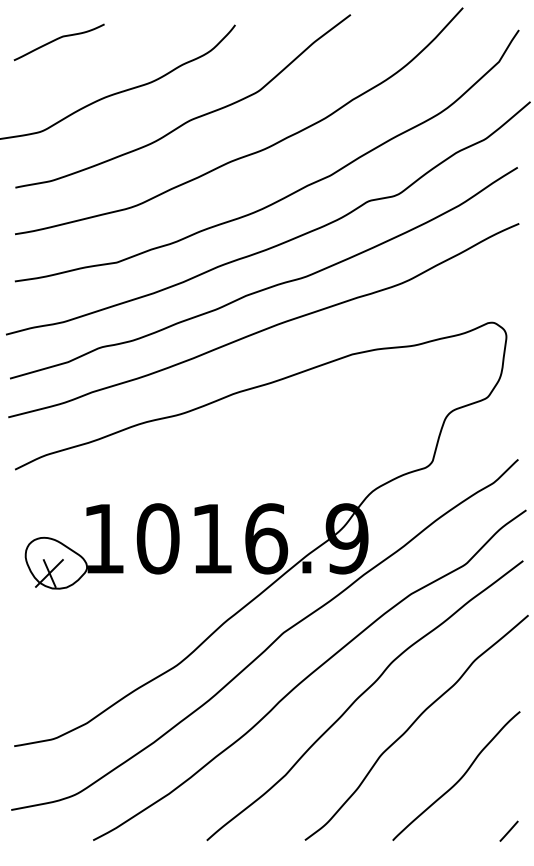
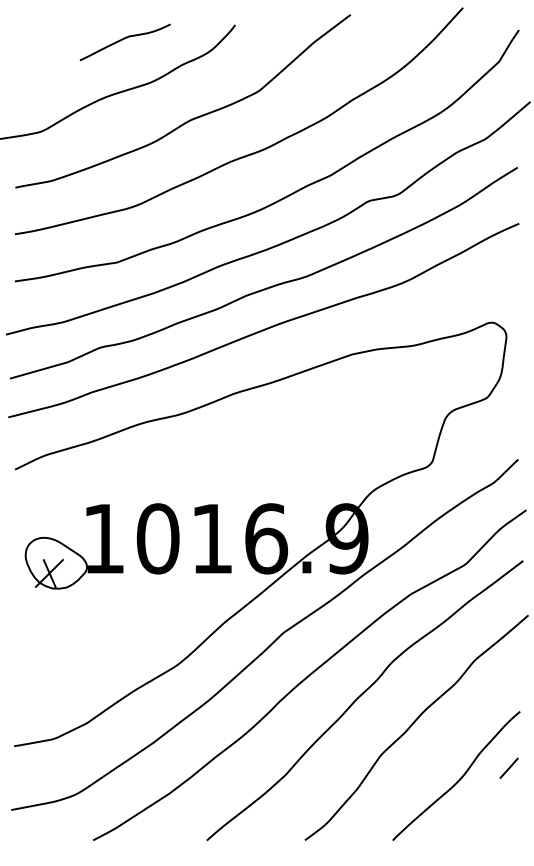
curve at (56, 40) position: (56, 40) -> (122, 40)
line at (508, 830) position: (508, 830) -> (508, 767)
